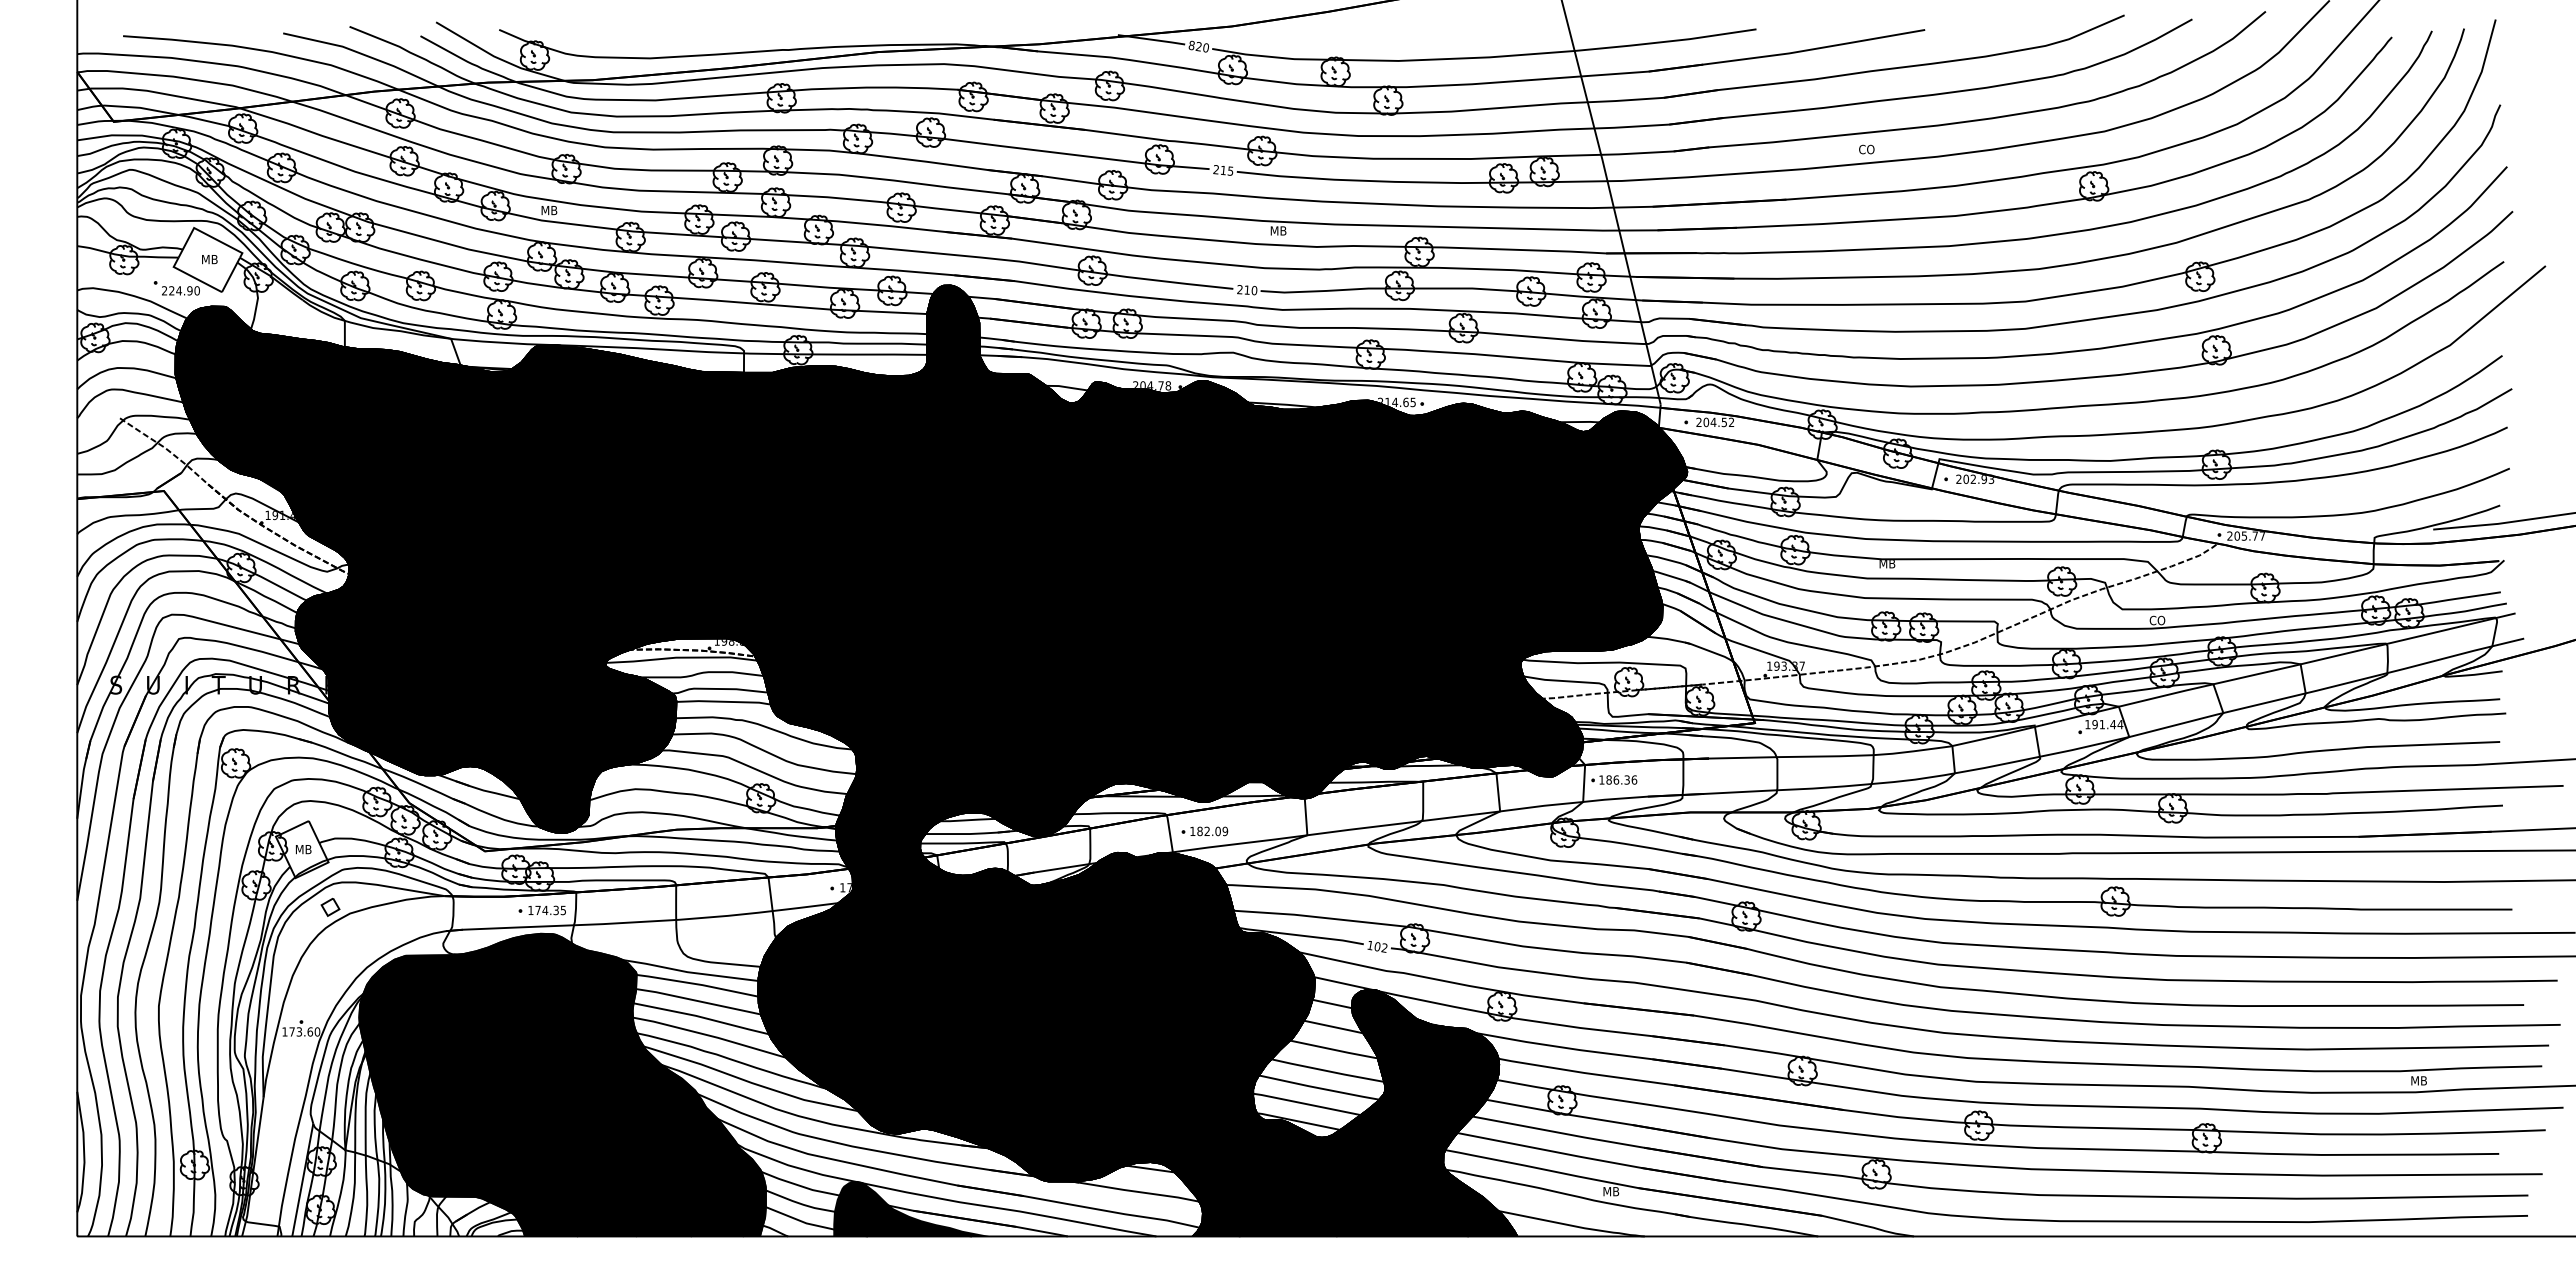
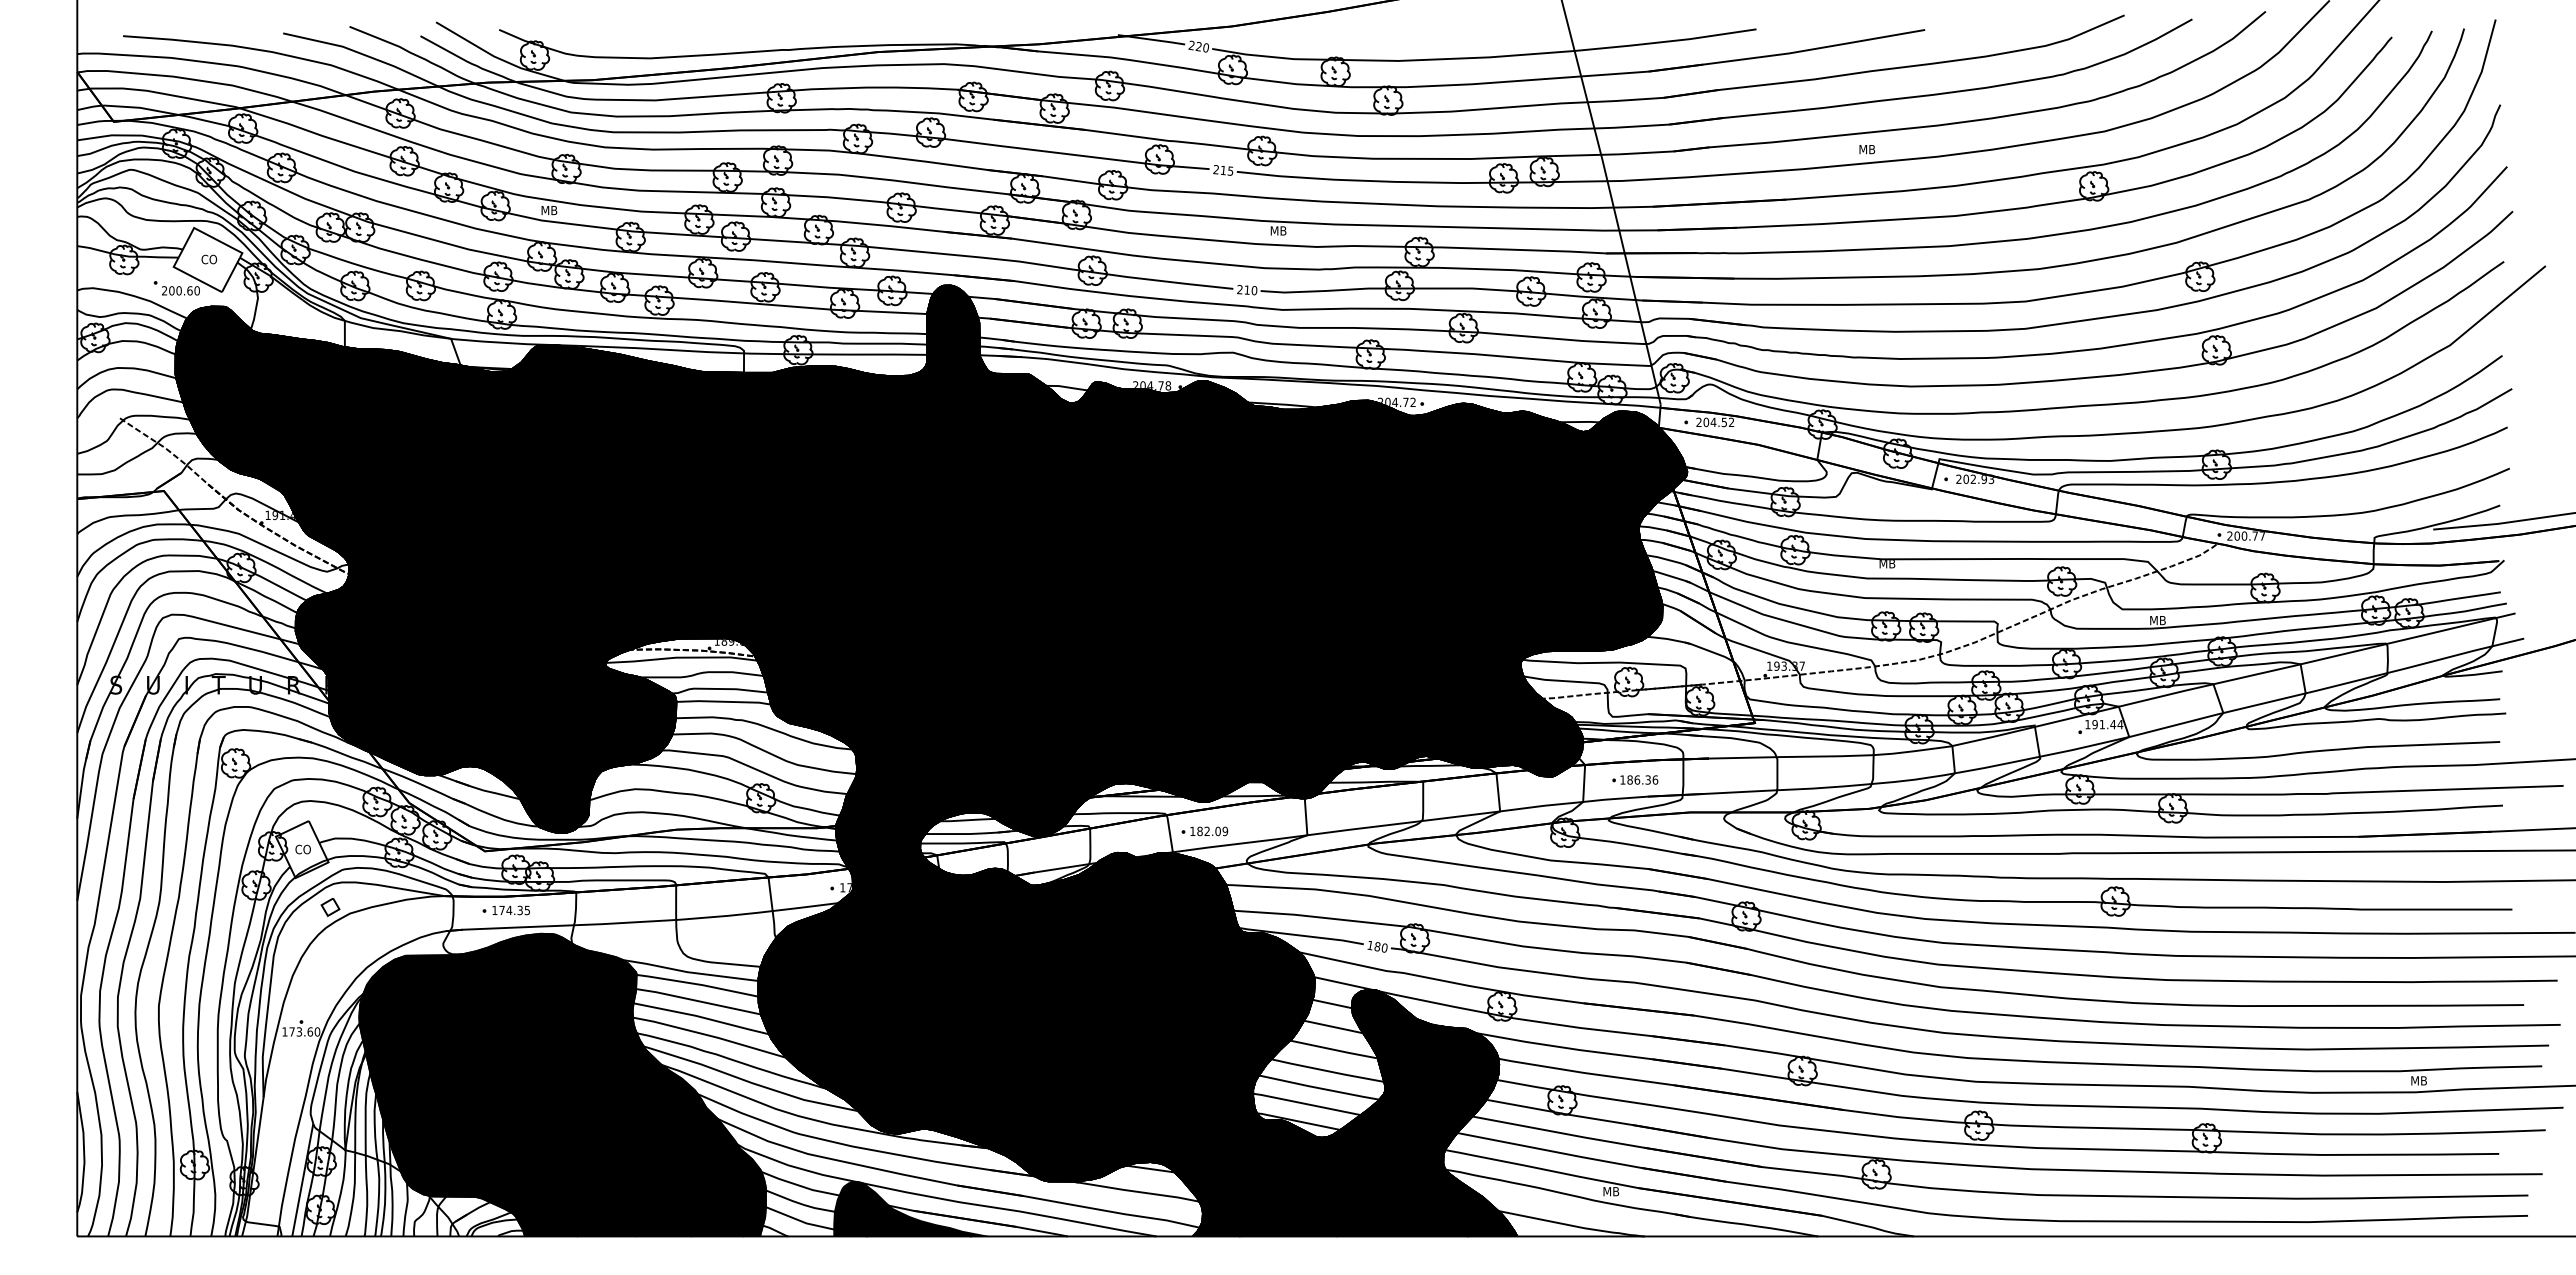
text at (1191, 45): 820 -> 220
text at (1867, 149): CO -> MB
text at (209, 259): MB -> CO
text at (180, 290): 224.90 -> 200.60
text at (1400, 402): 214.65 -> 204.72
text at (2244, 535): 205.77 -> 200.77
text at (2157, 620): CO -> MB
text at (731, 642): 198.84 -> 189.04
part at (1614, 779) position: (1614, 779) -> (1635, 779)
text at (303, 849): MB -> CO
part at (541, 910) position: (541, 910) -> (505, 910)
text at (1380, 947): 102 -> 180
